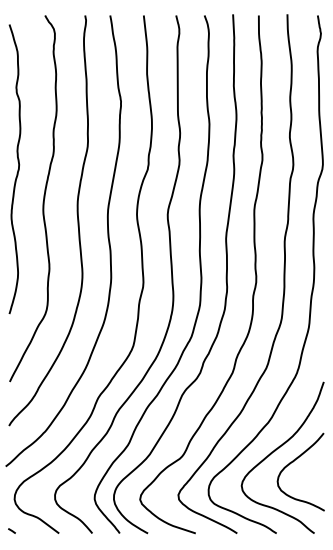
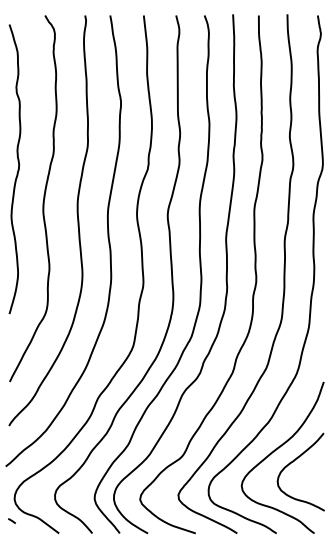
line at (11, 530) position: (11, 530) -> (11, 520)
